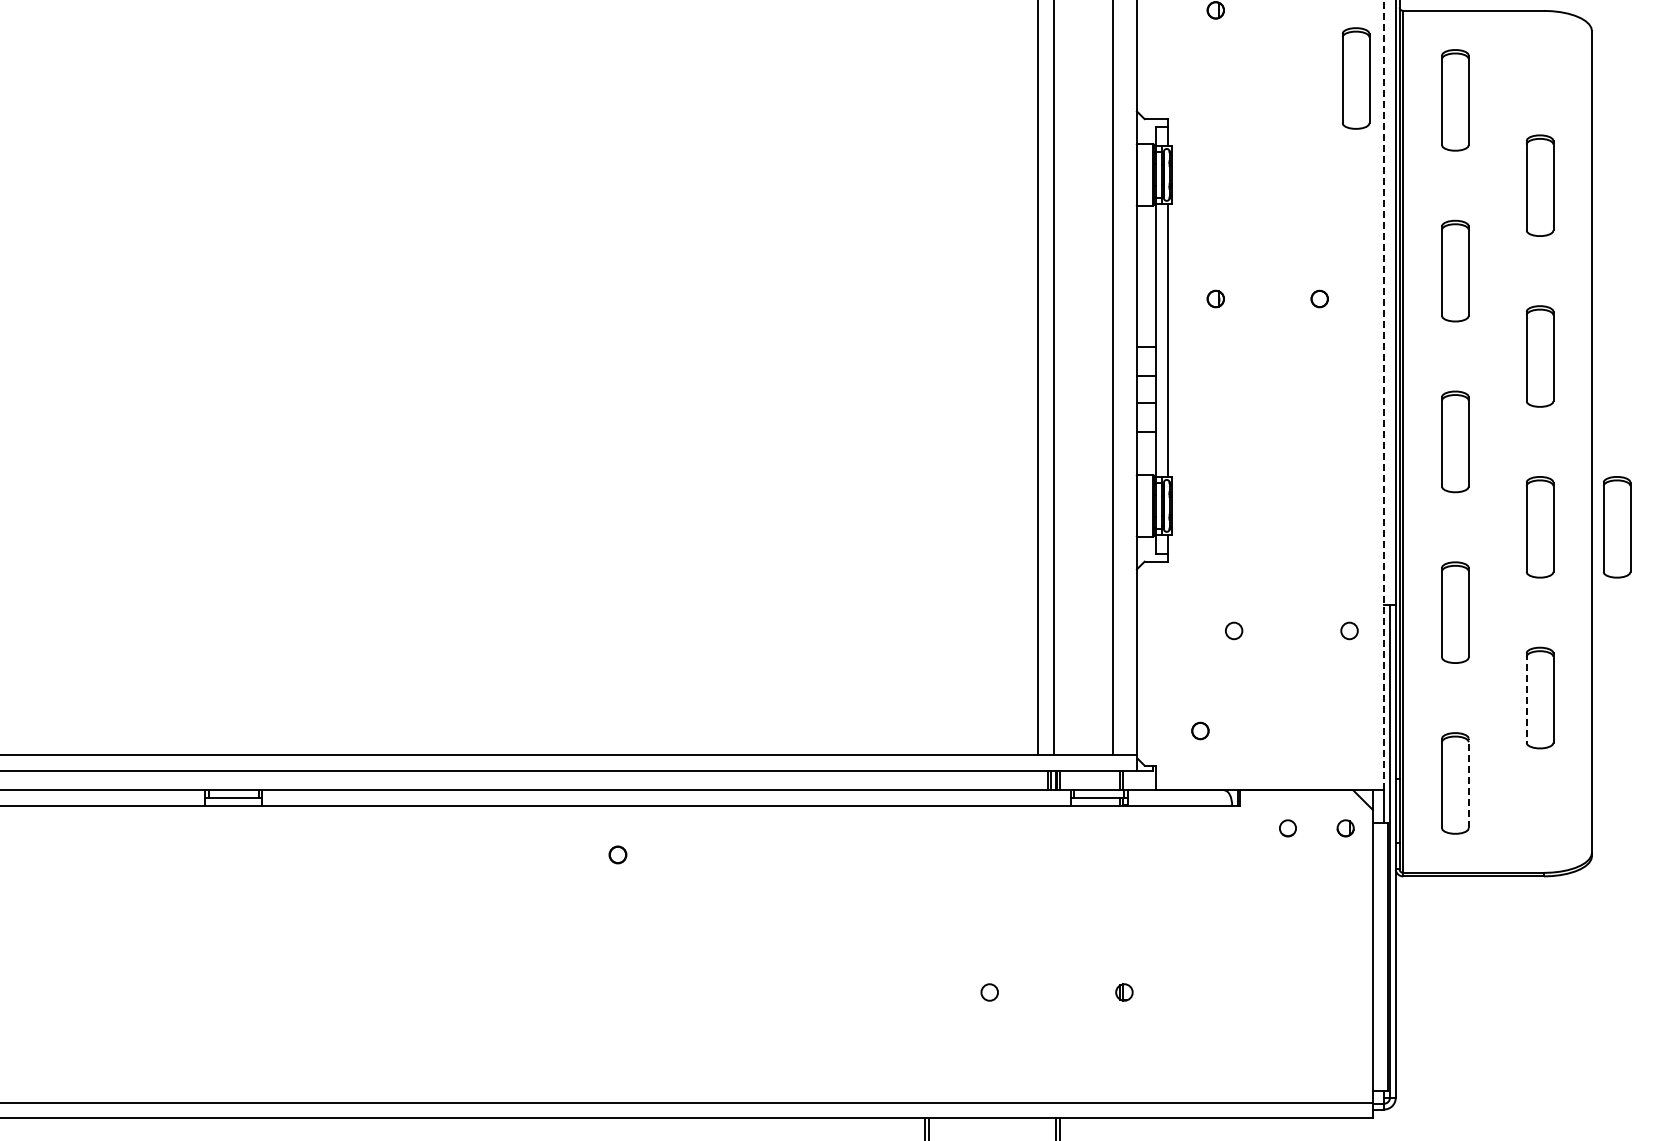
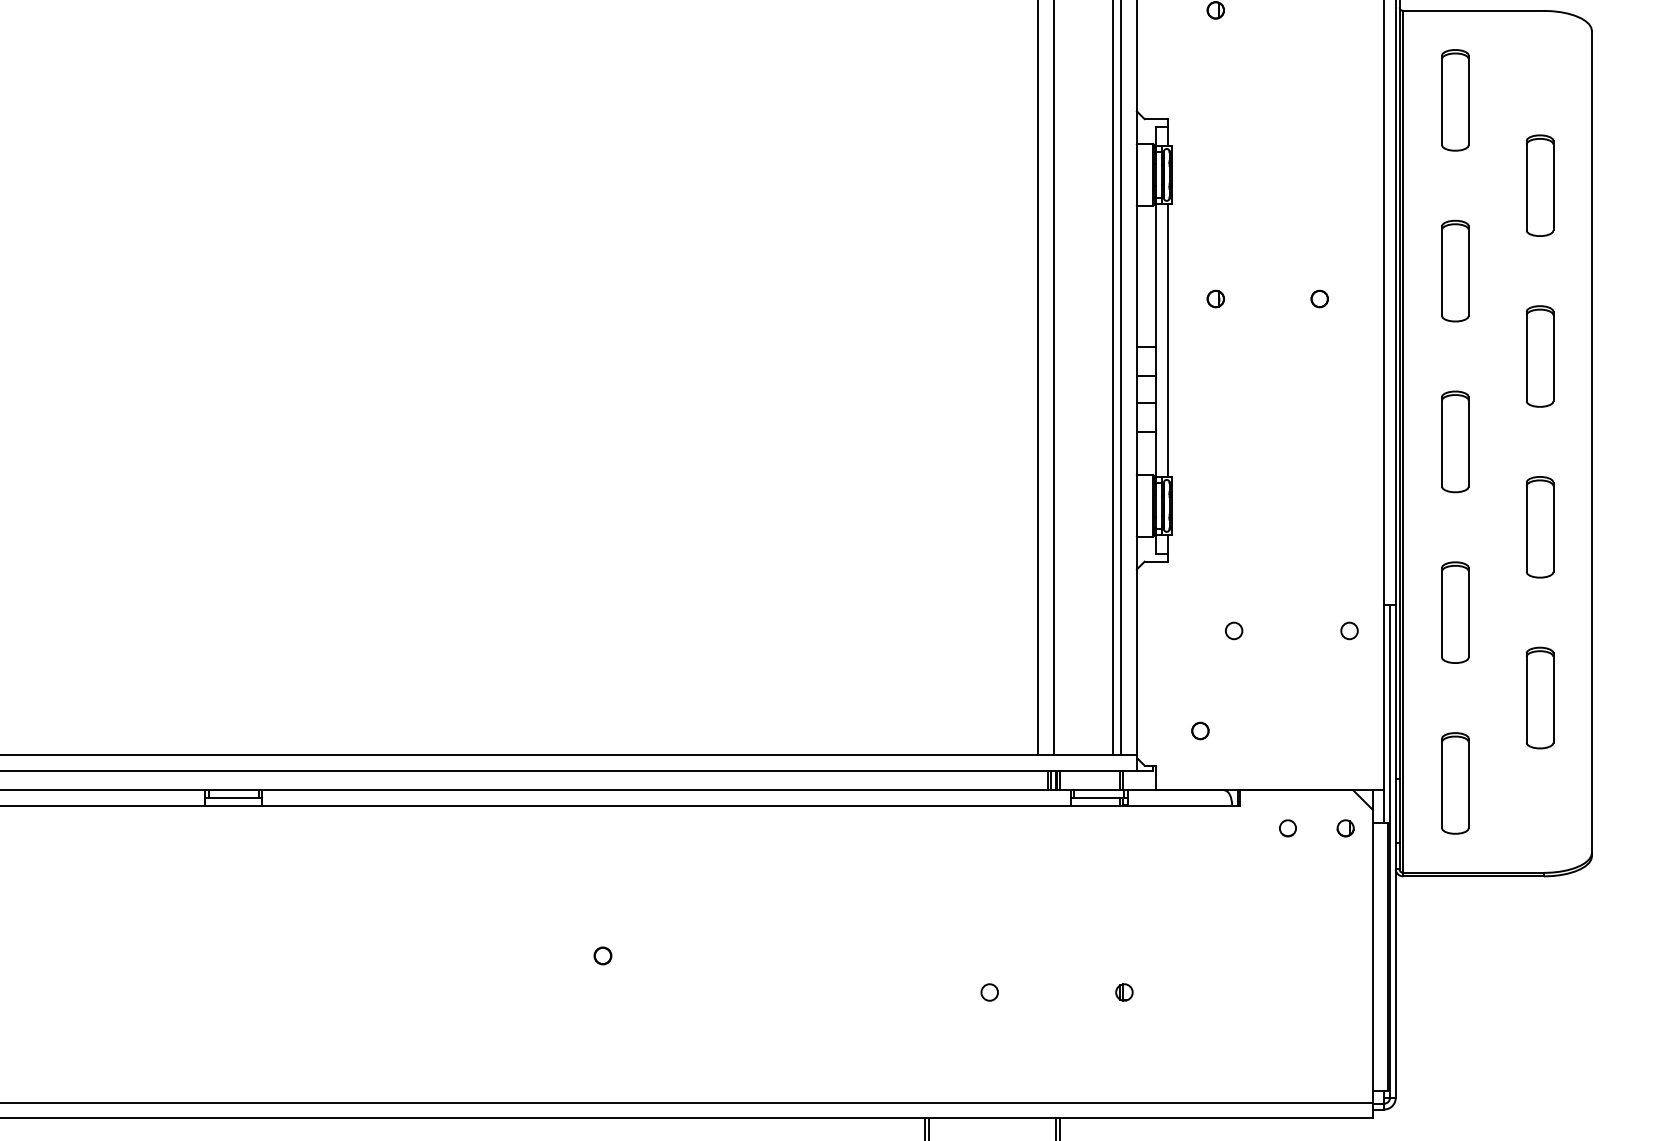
part at (1356, 78): present -> none
line at (1121, 378): none -> present
line at (1384, 394): dashed -> solid
part at (1617, 527): present -> none
line at (1526, 698): dashed -> solid
line at (1468, 783): dashed -> solid
part at (617, 854) position: (617, 854) -> (602, 955)
